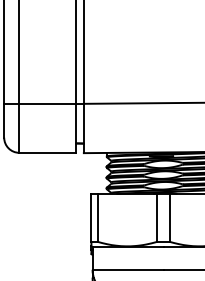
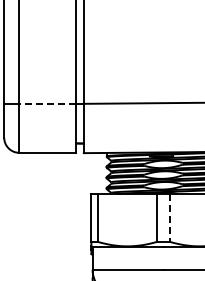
line at (47, 103): solid -> dashed
line at (170, 218): solid -> dashed
